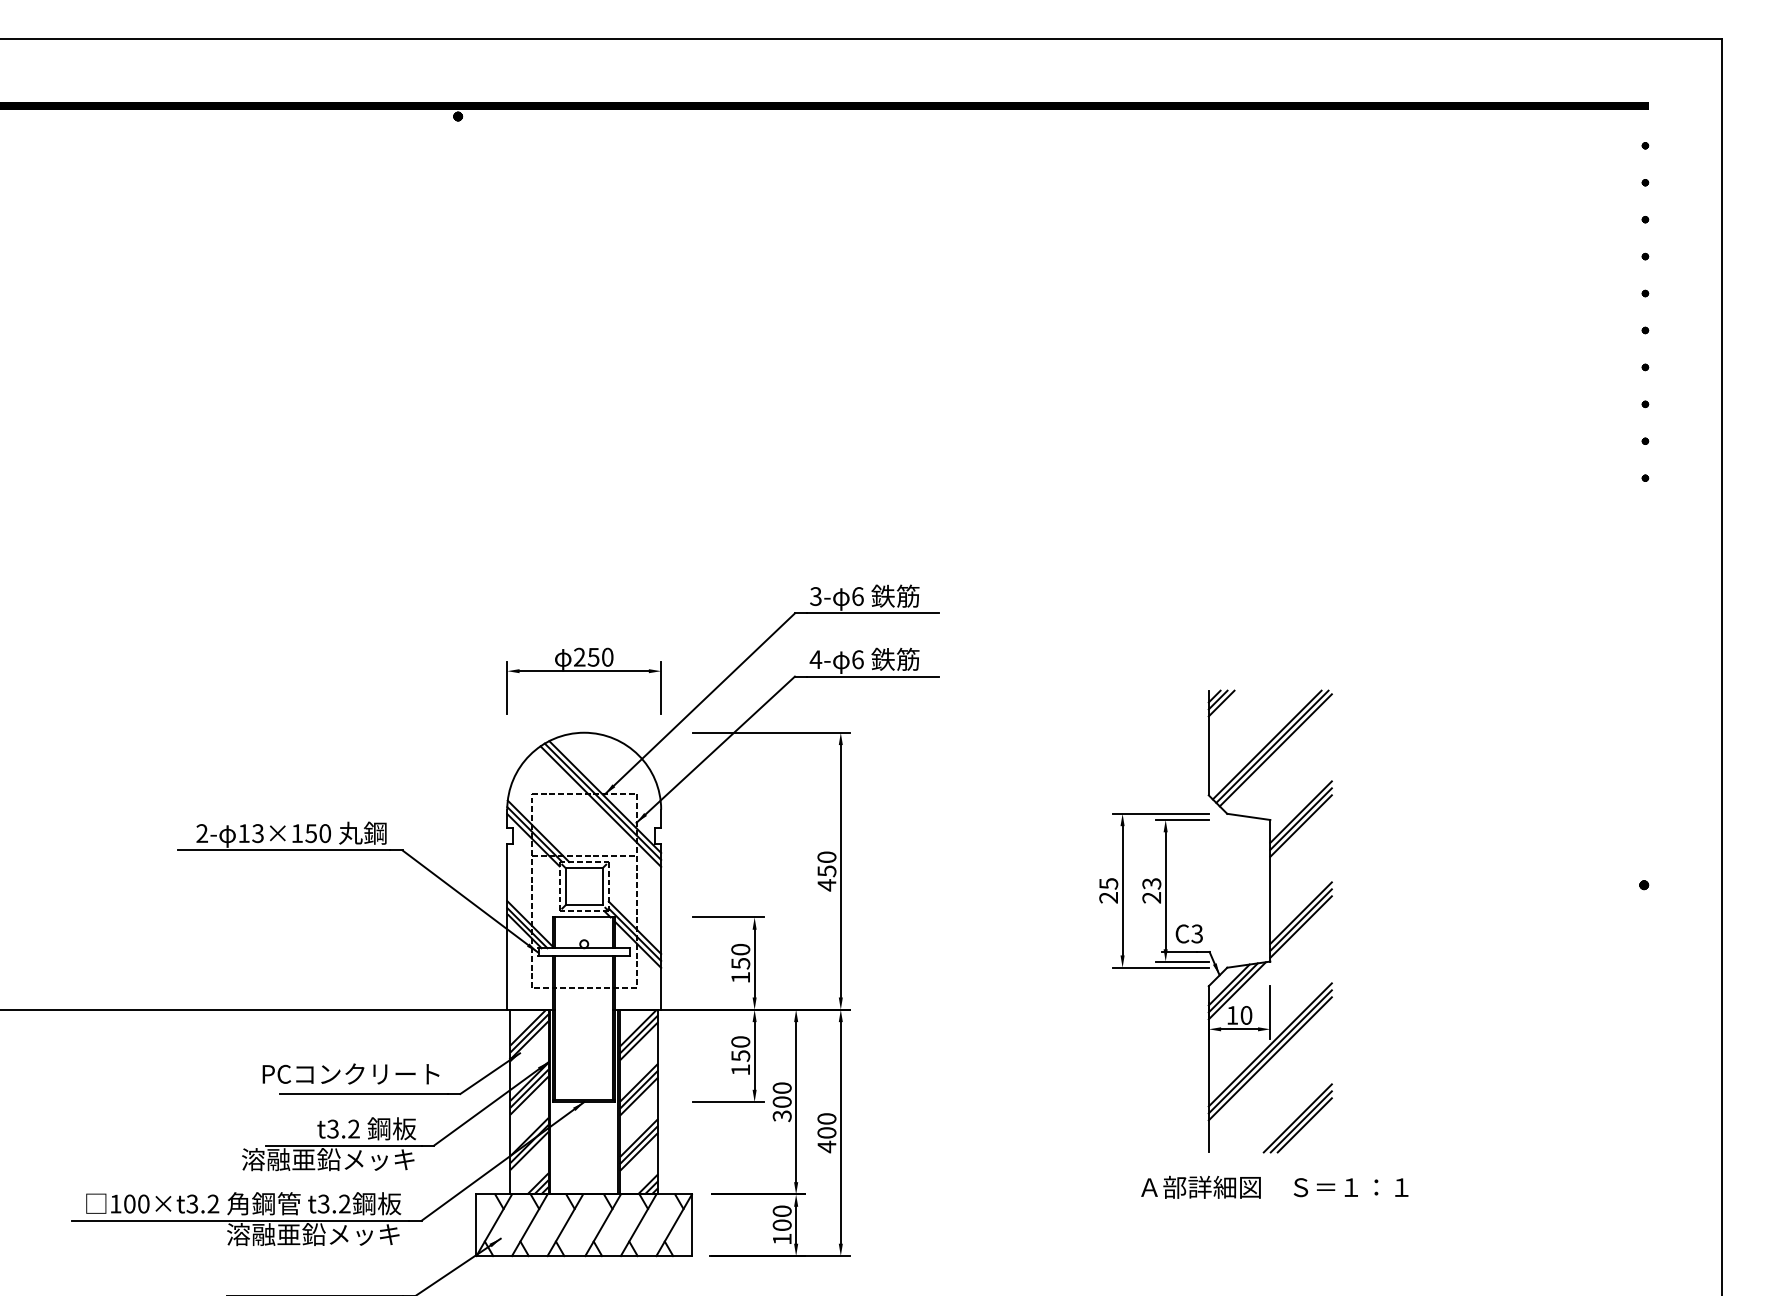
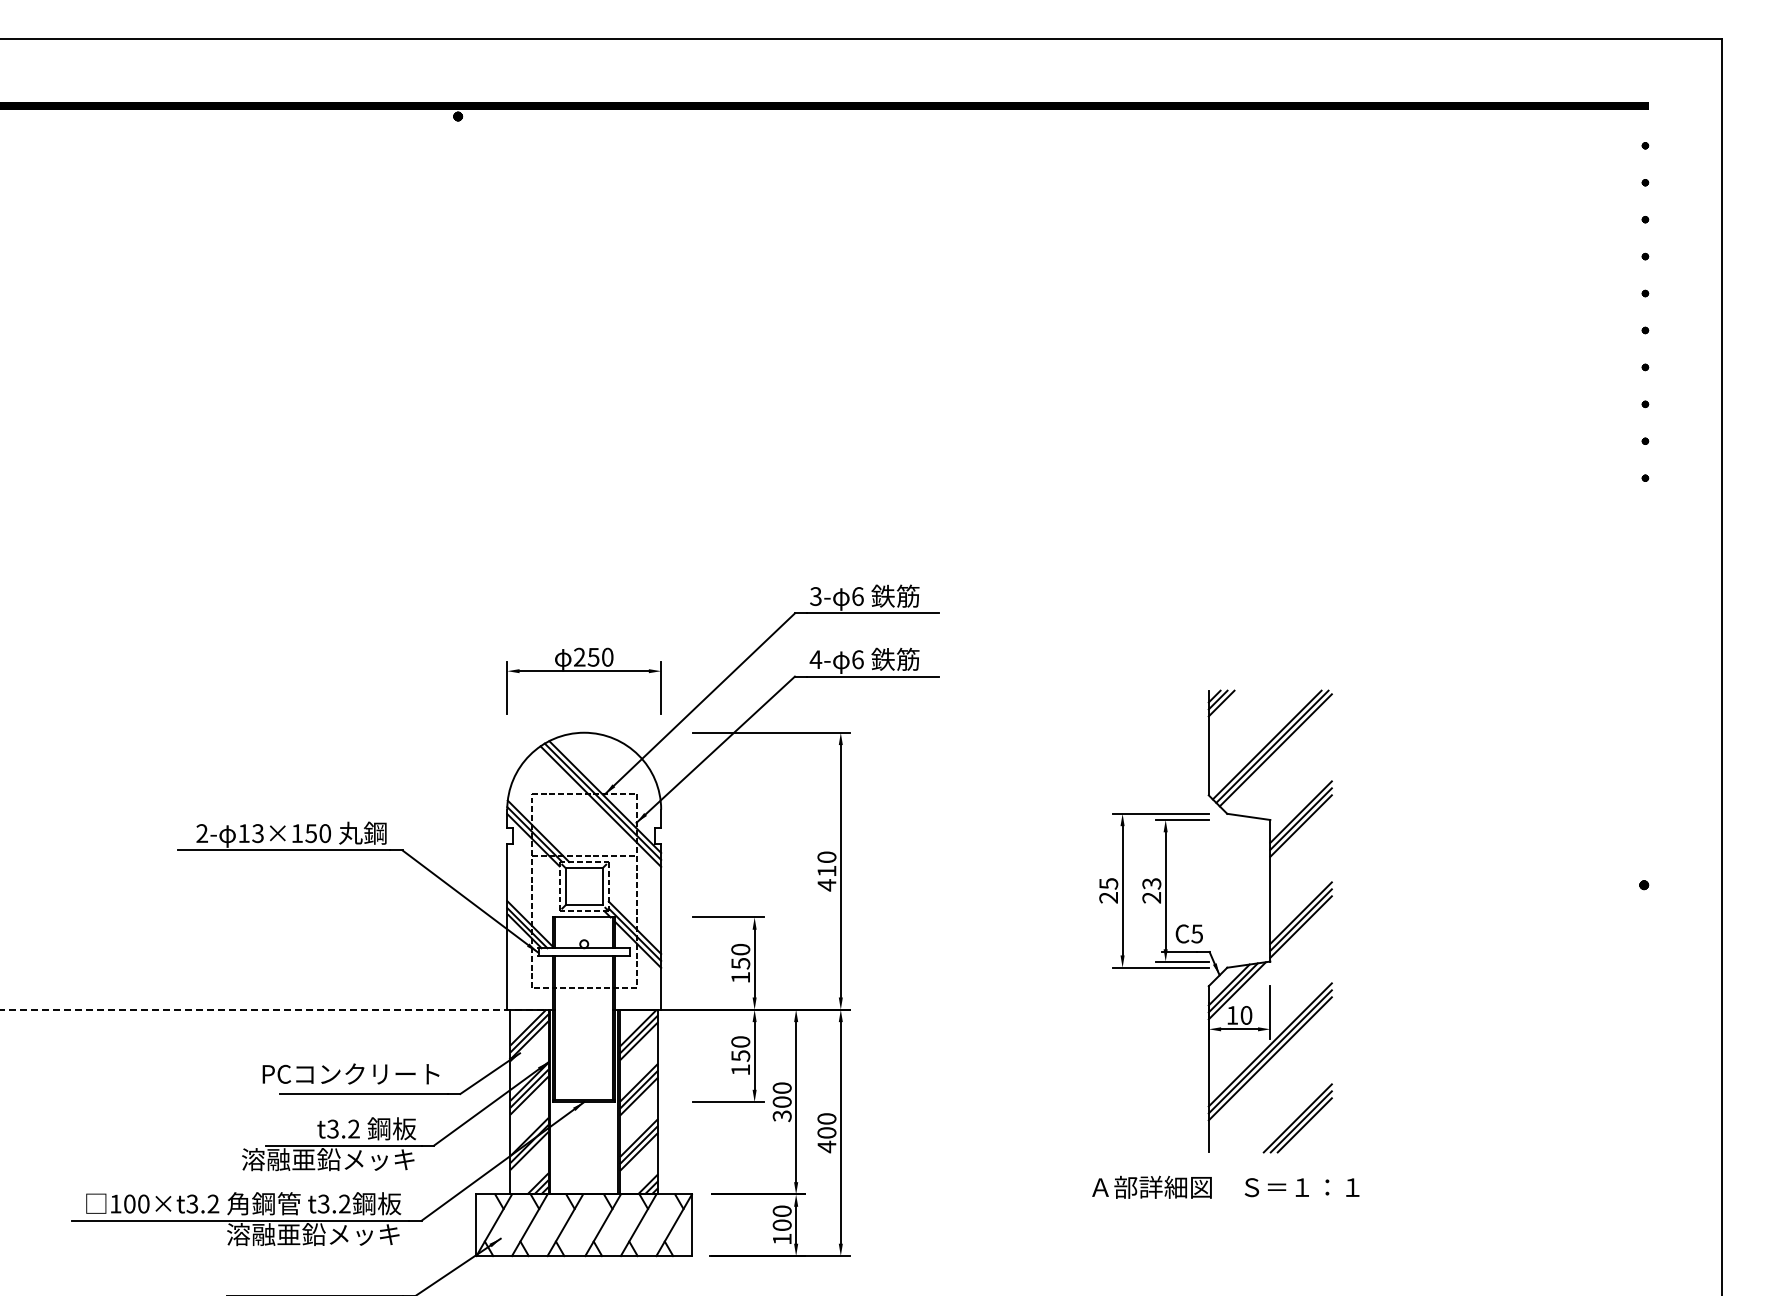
text at (826, 871): 450 -> 410
text at (1196, 933): C3 -> C5
line at (277, 1009): solid -> dashed
text at (1274, 1186) position: (1274, 1186) -> (1225, 1186)
